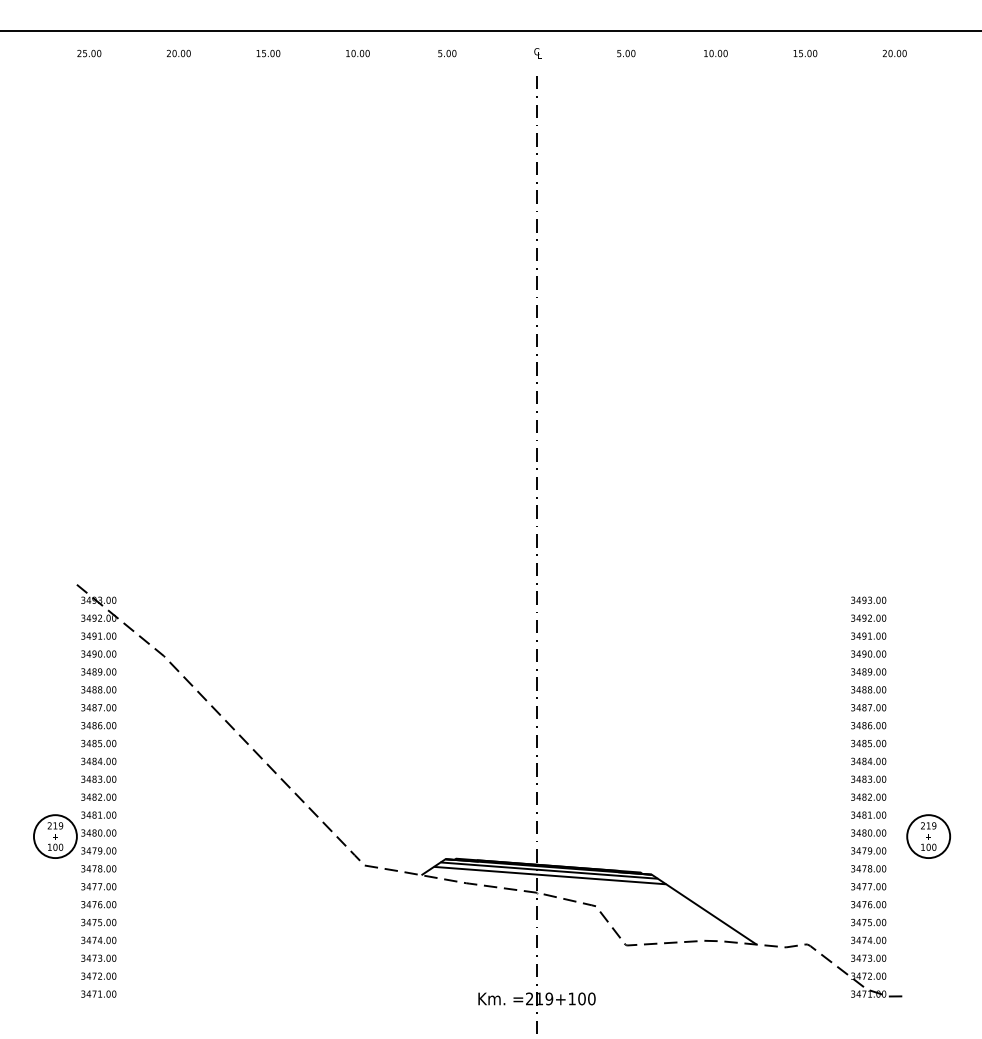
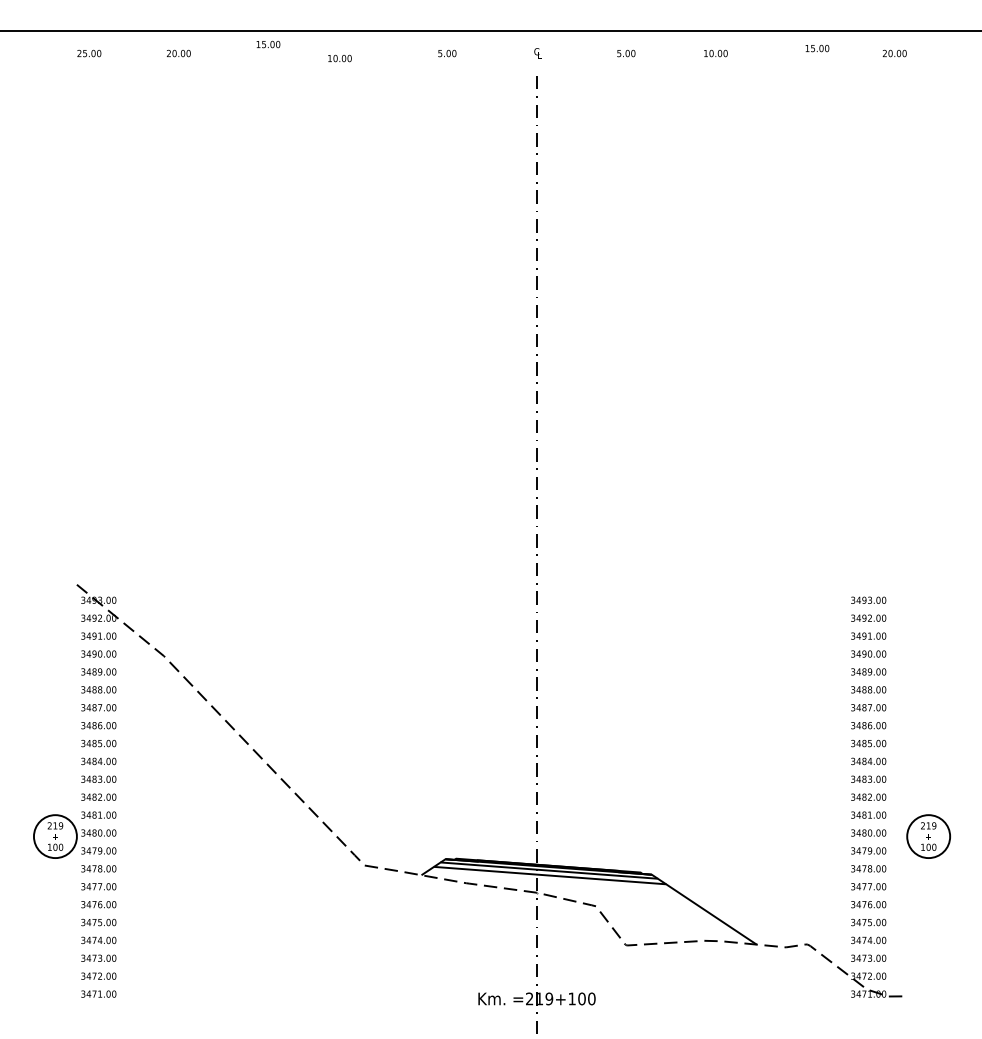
text at (268, 53) position: (268, 53) -> (268, 44)
text at (357, 53) position: (357, 53) -> (339, 58)
text at (805, 53) position: (805, 53) -> (817, 48)
